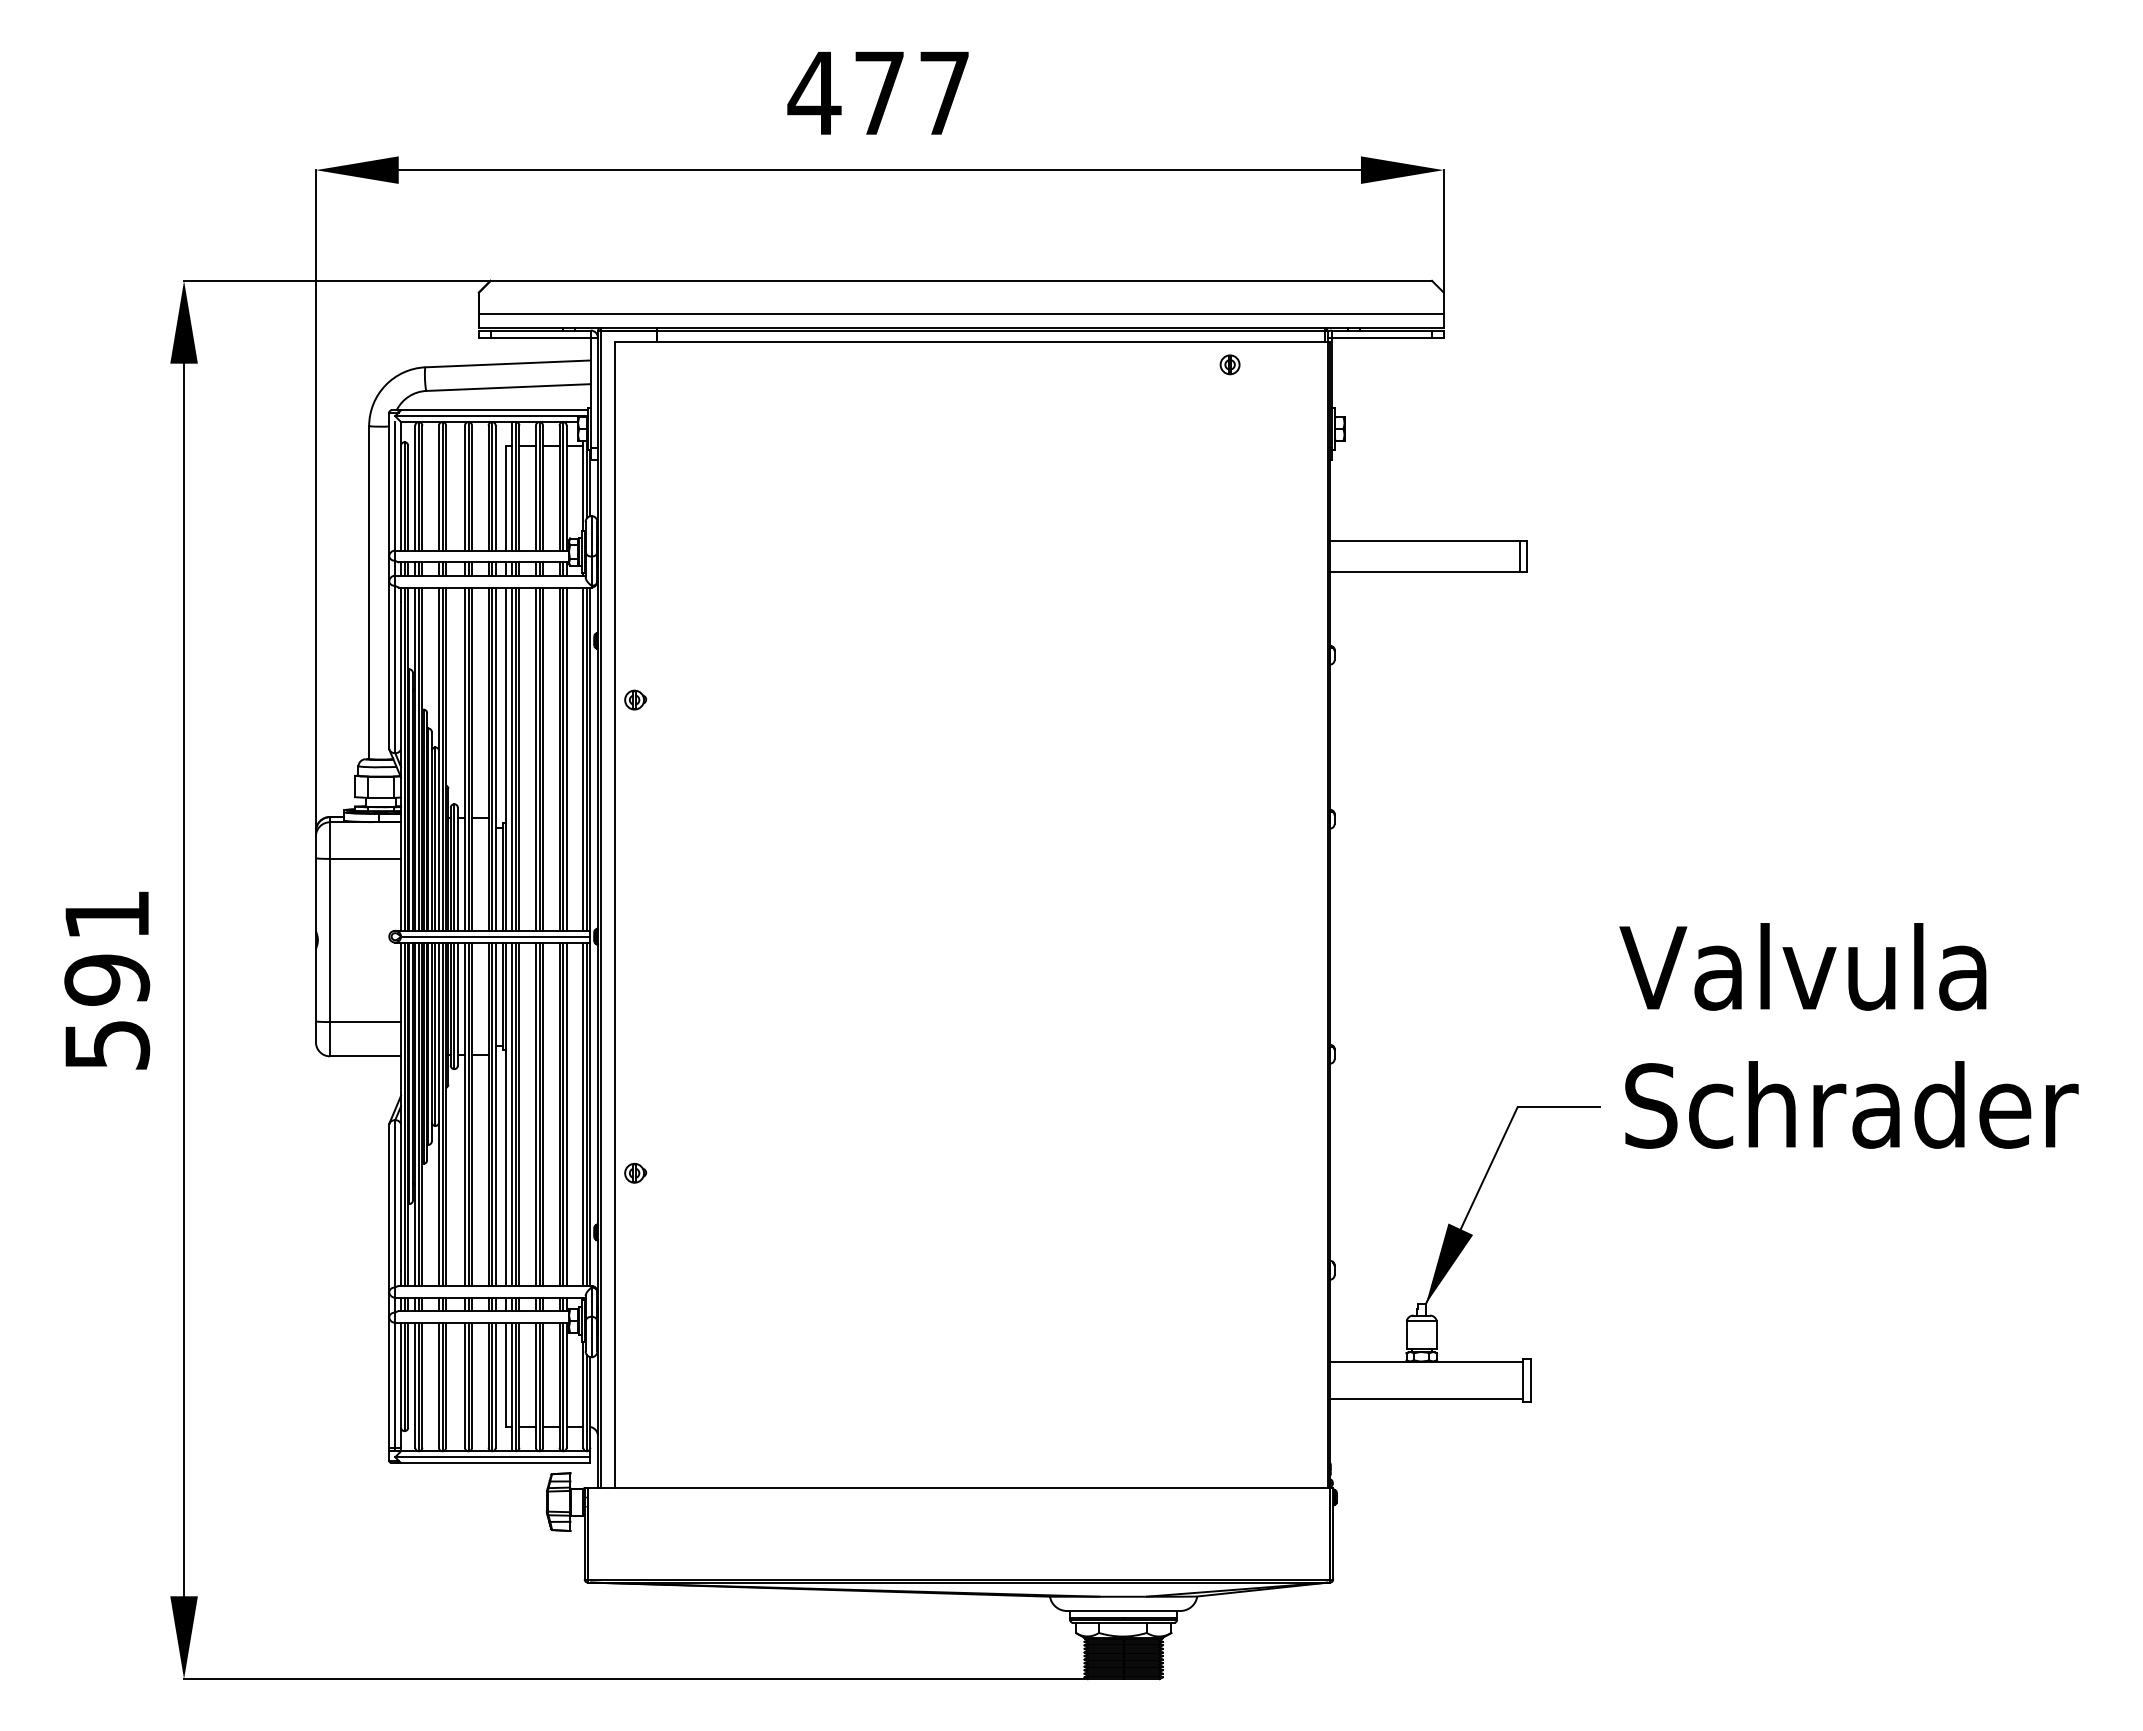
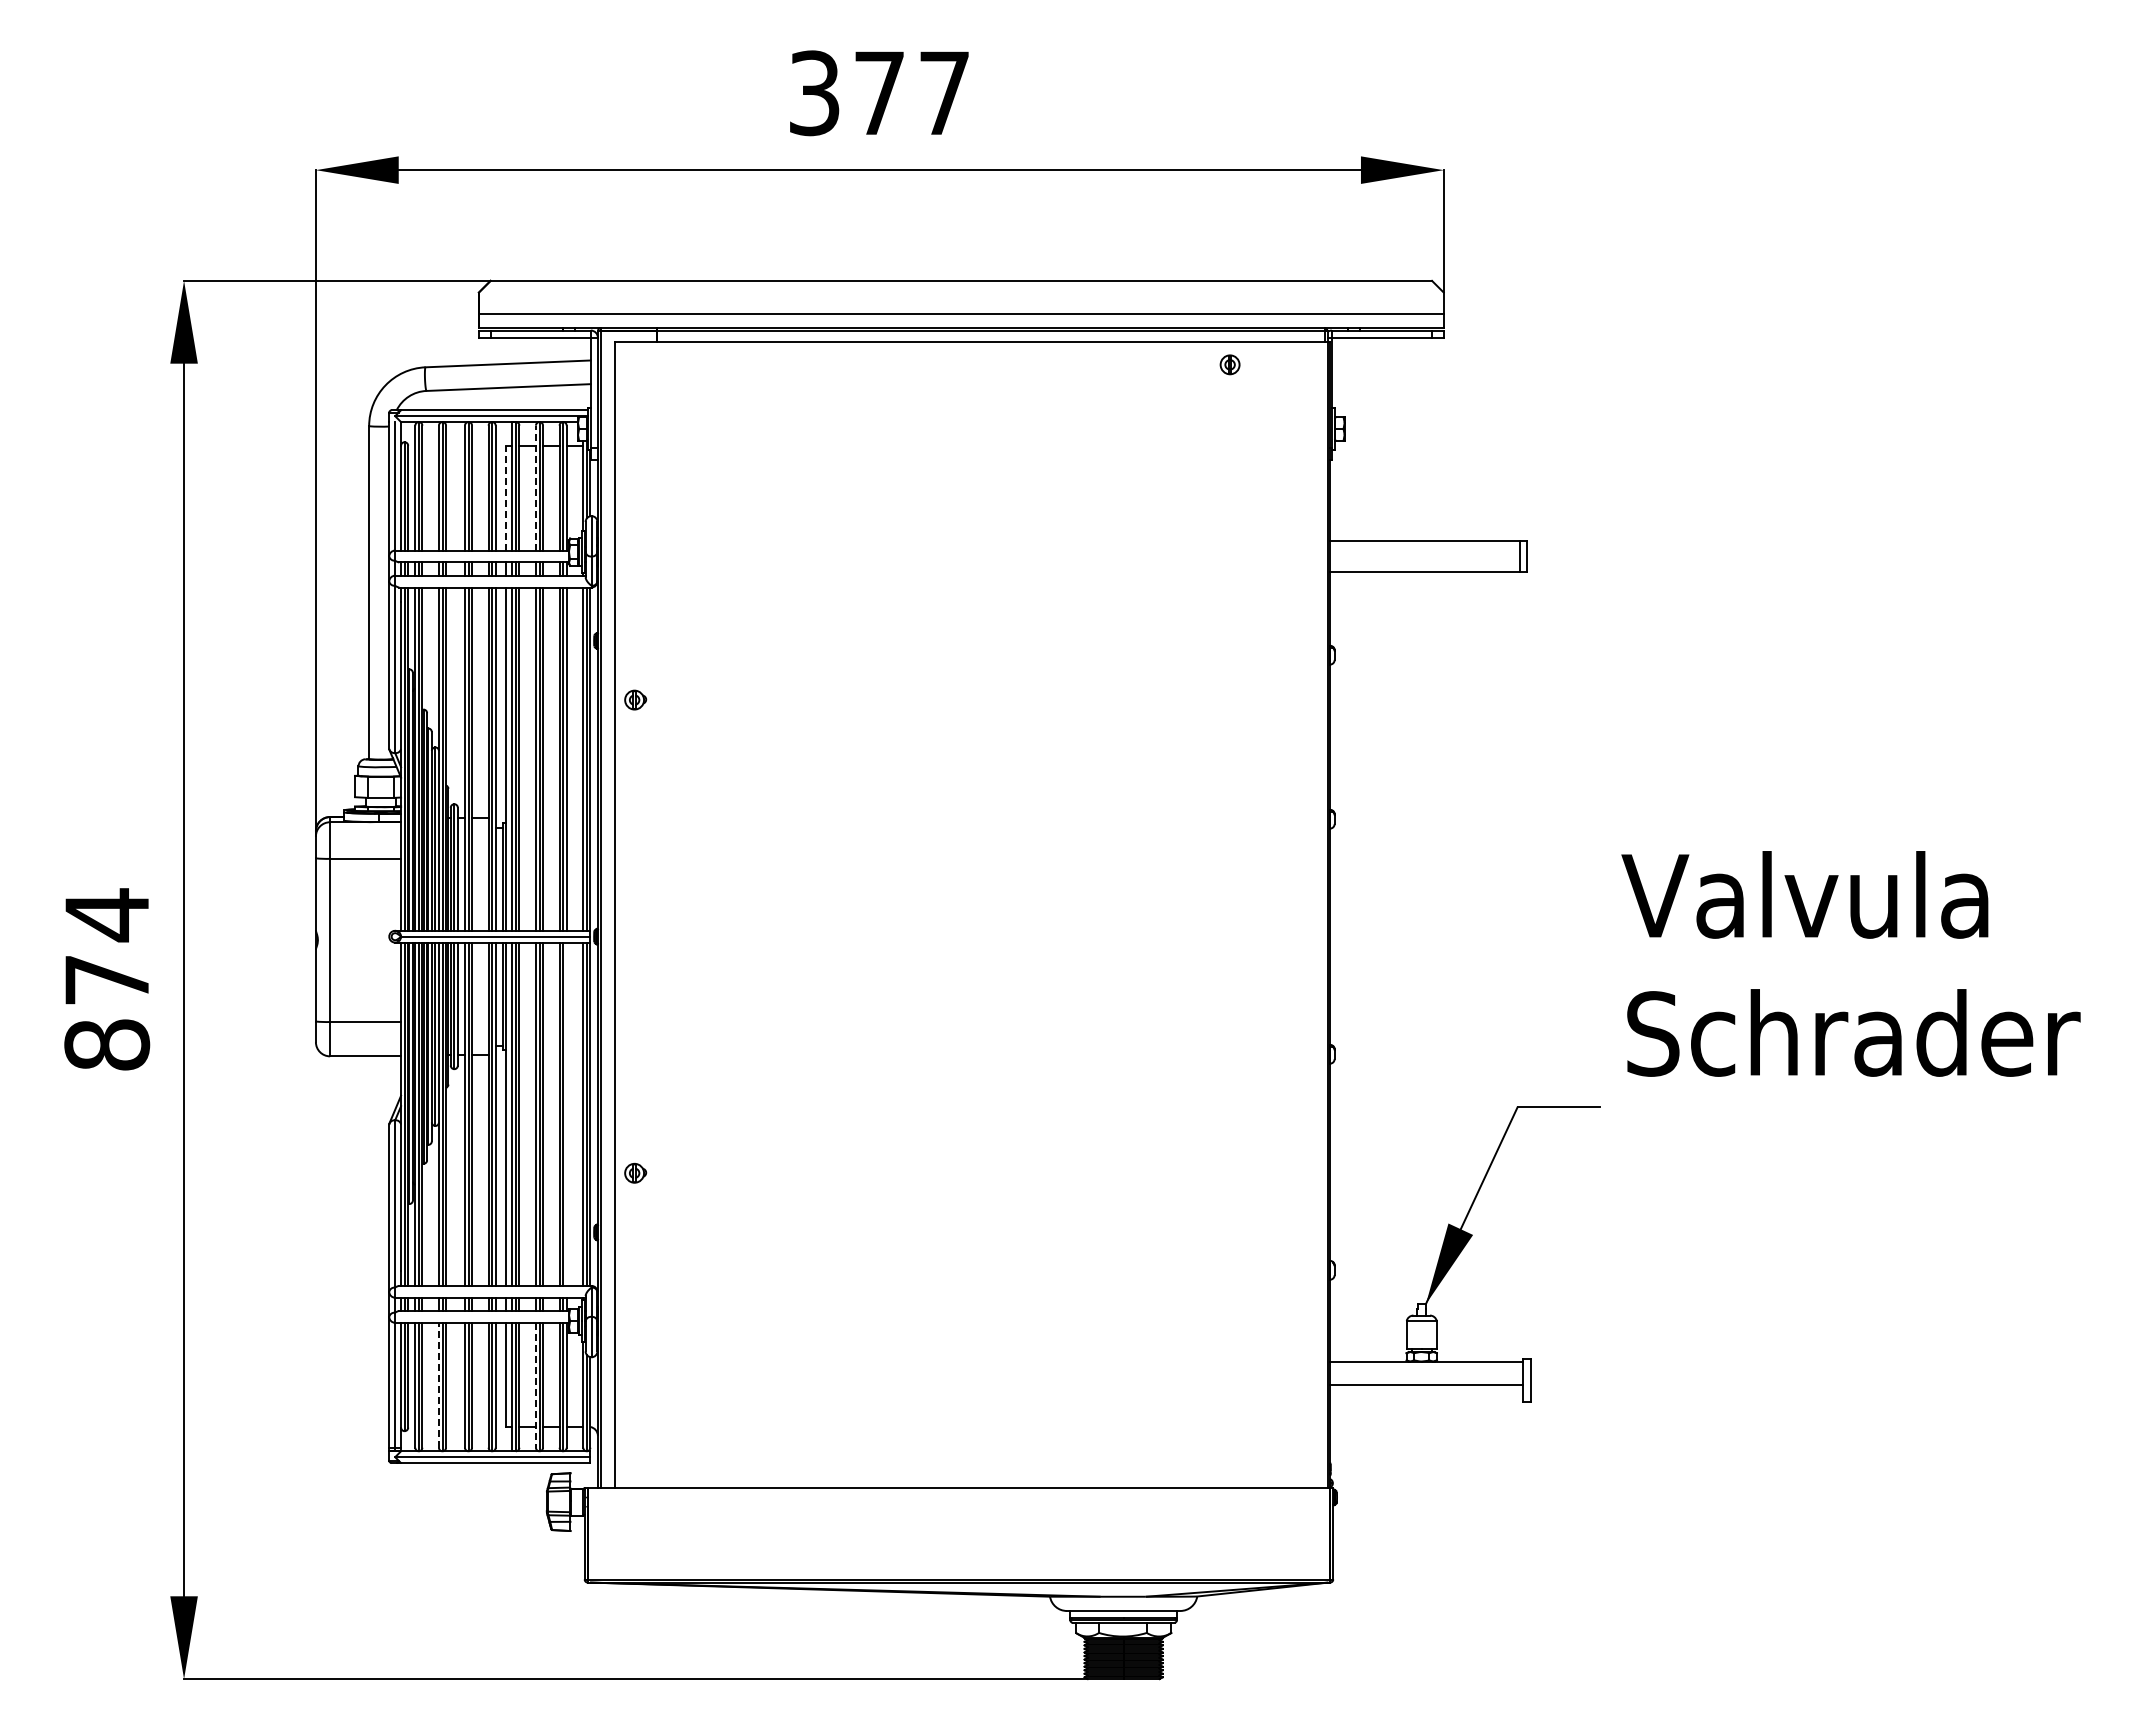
text at (814, 93): 477 -> 377
line at (535, 487): solid -> dashed
line at (506, 498): solid -> dashed
text at (107, 979): 591 -> 874
text at (1848, 1035) position: (1848, 1035) -> (1850, 963)
line at (566, 1113): present -> none
line at (438, 1384): solid -> dashed
line at (535, 1385): solid -> dashed
line at (1426, 1399) position: (1426, 1399) -> (1426, 1385)
